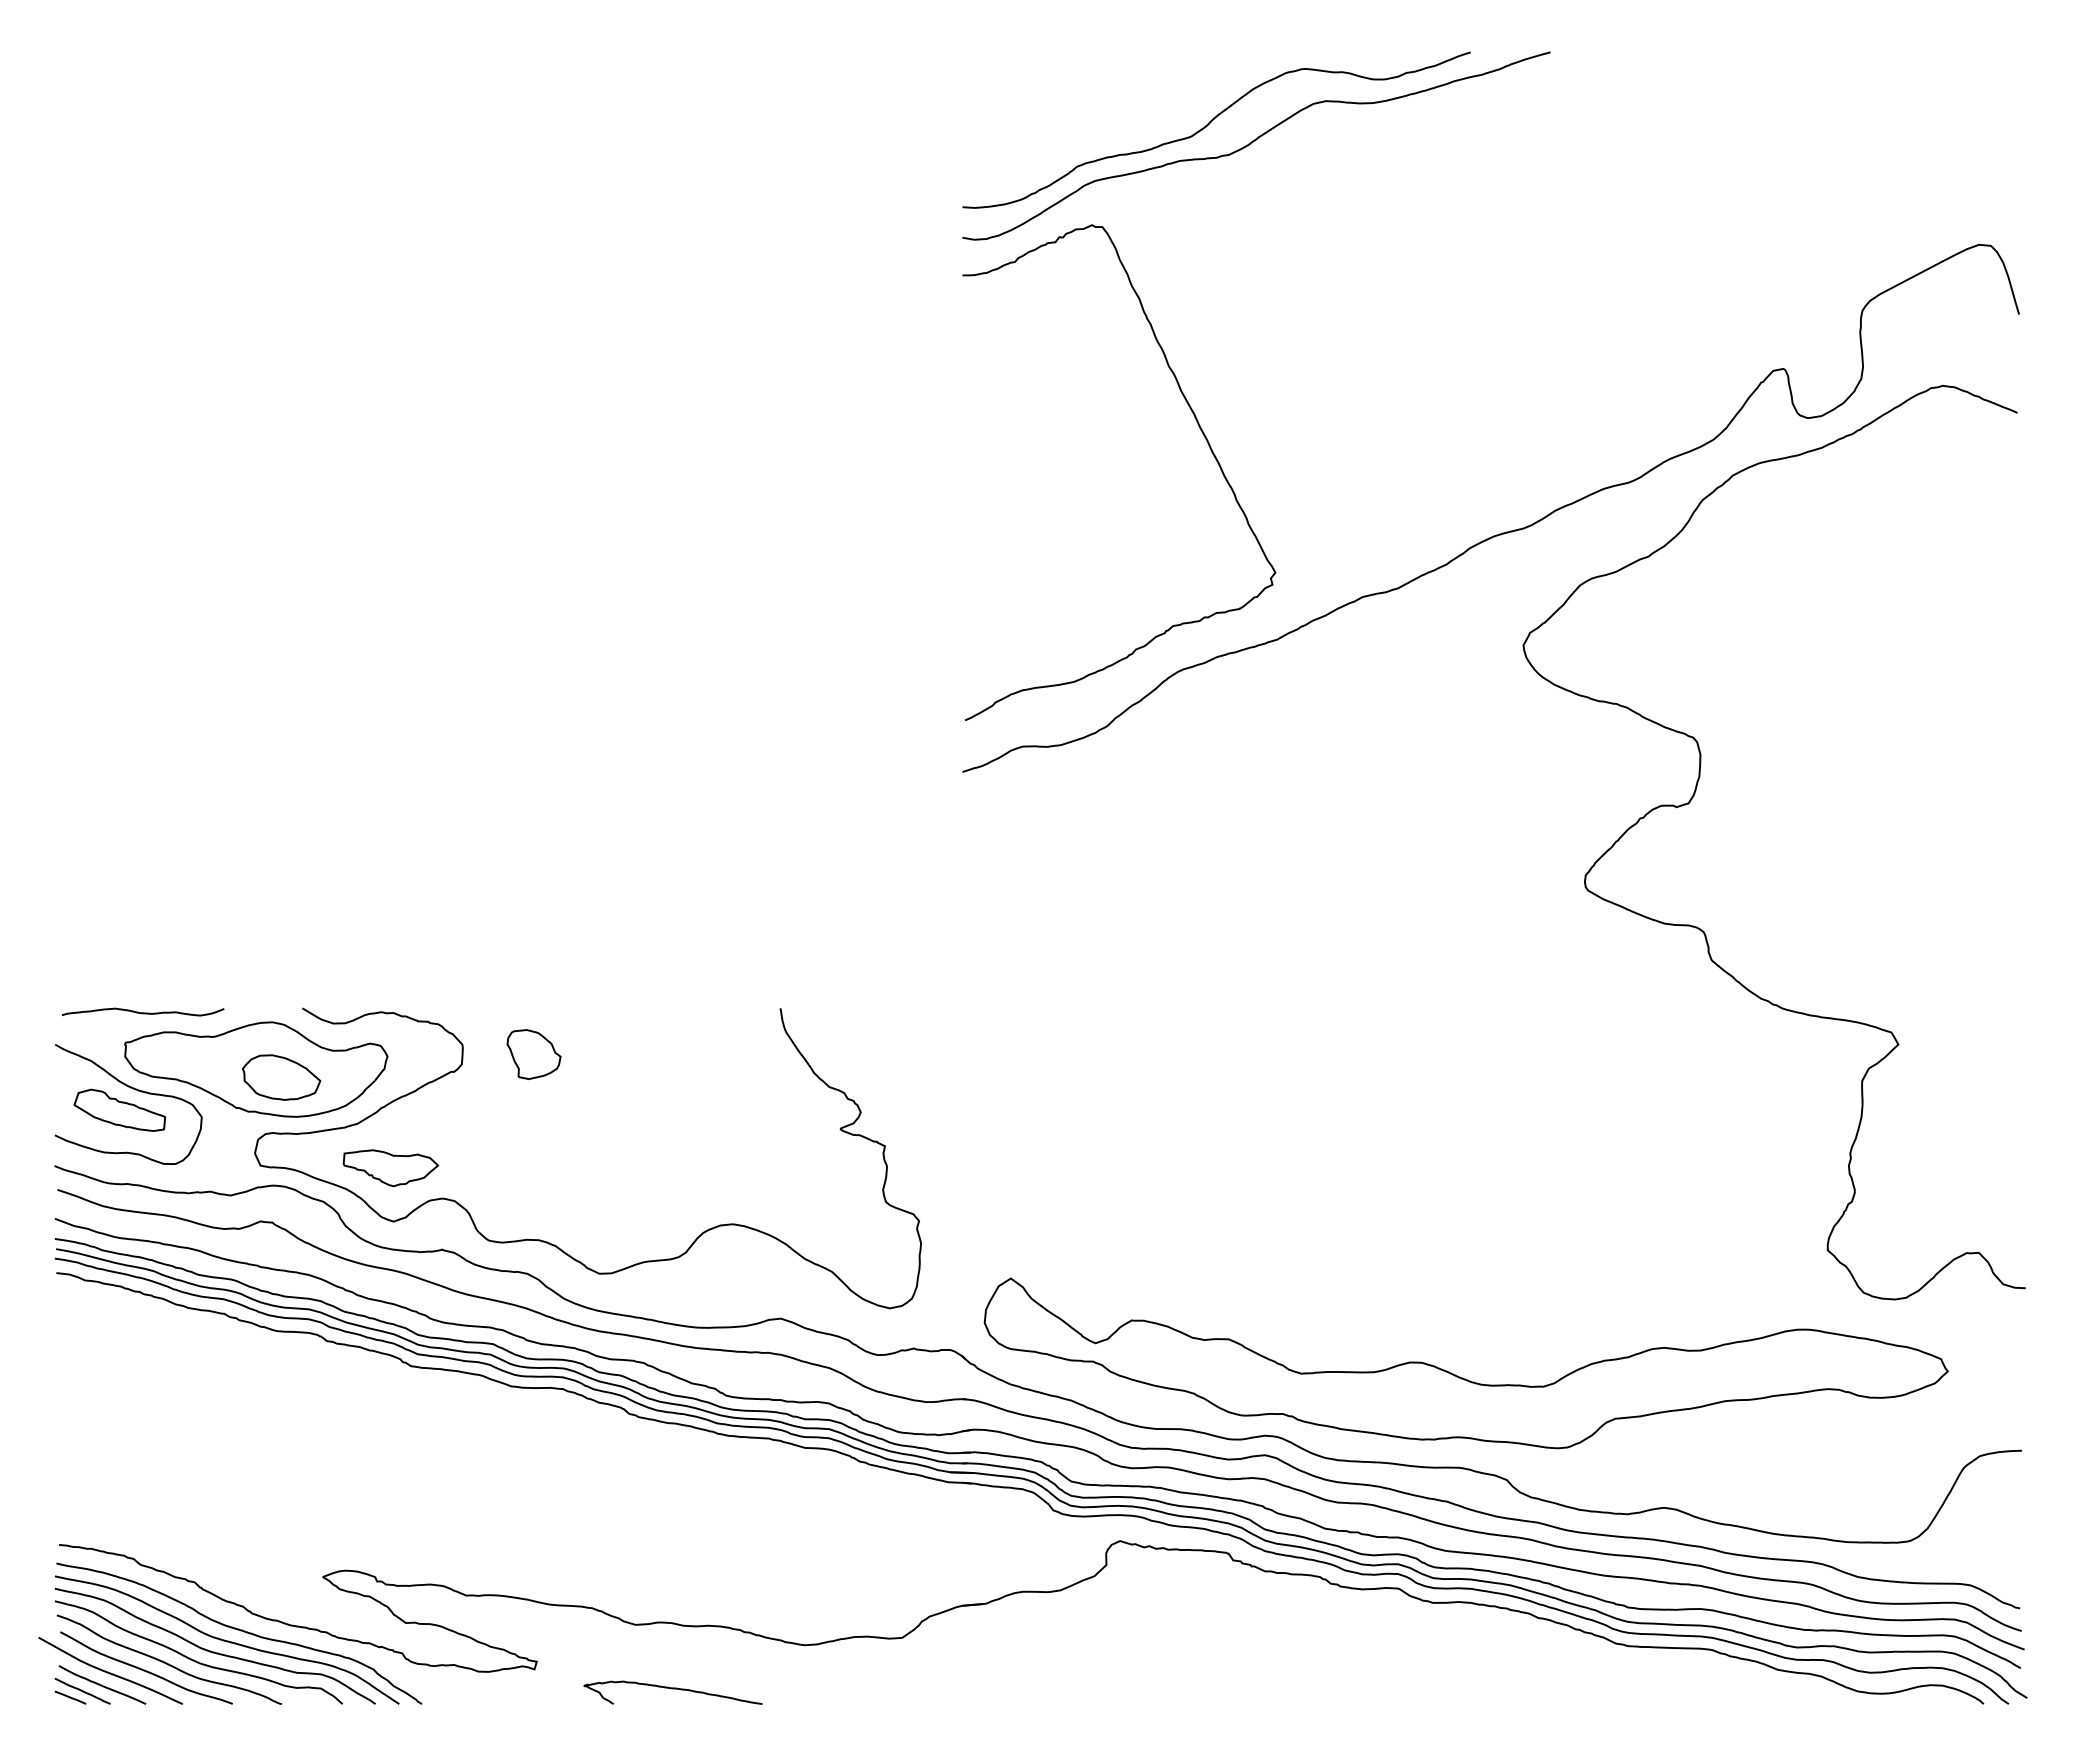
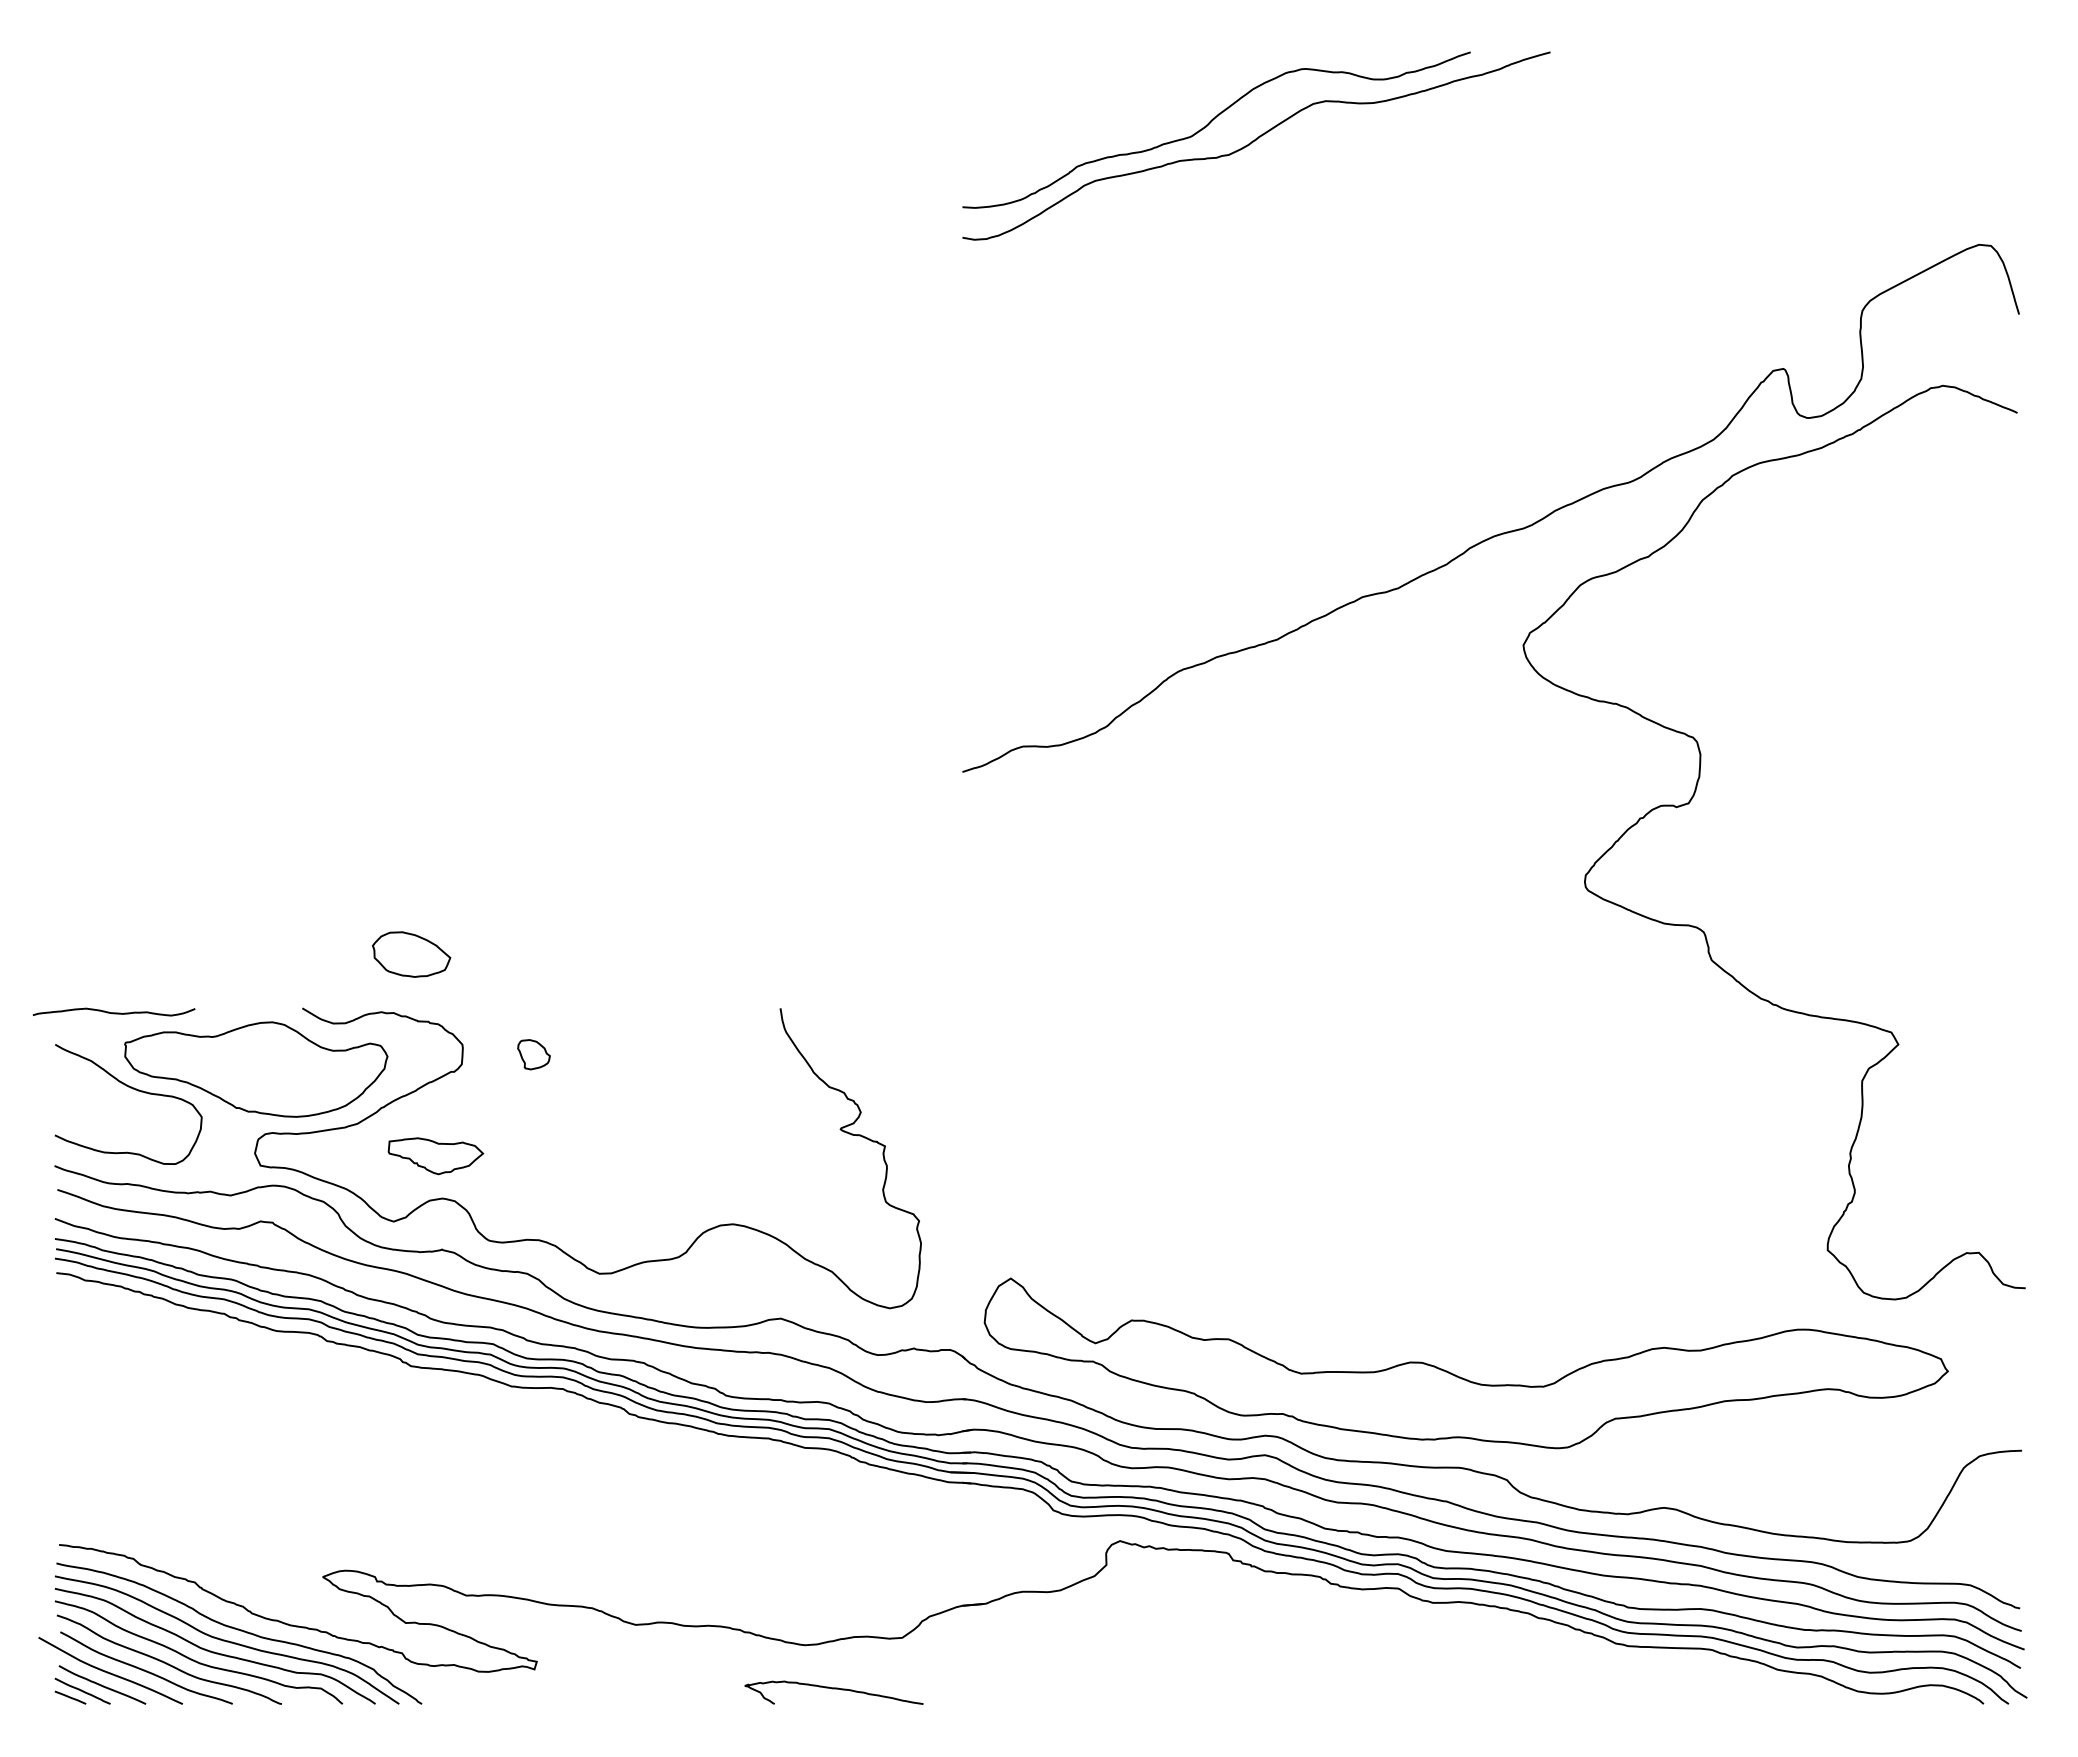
curve at (1201, 432): present -> none
curve at (142, 1012) position: (142, 1012) -> (113, 1012)
part at (533, 1054) size: 56x52 px -> 34x32 px
part at (281, 1077) position: (281, 1077) -> (411, 954)
part at (119, 1109): present -> none
part at (390, 1168) position: (390, 1168) -> (435, 1156)
curve at (672, 1689) position: (672, 1689) -> (833, 1689)
